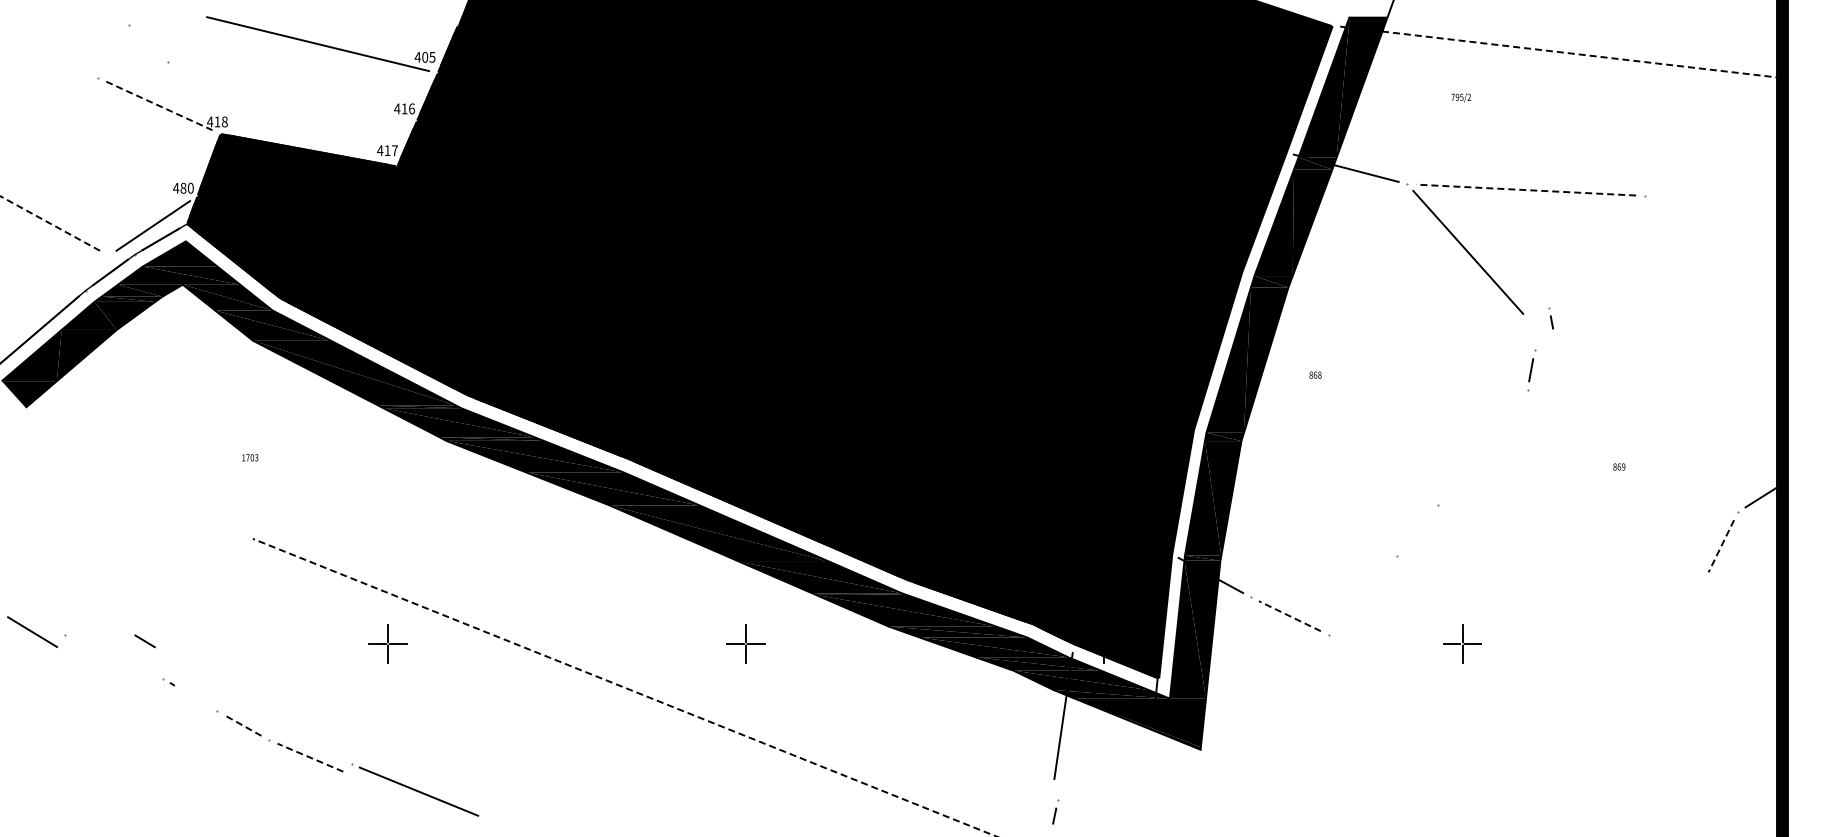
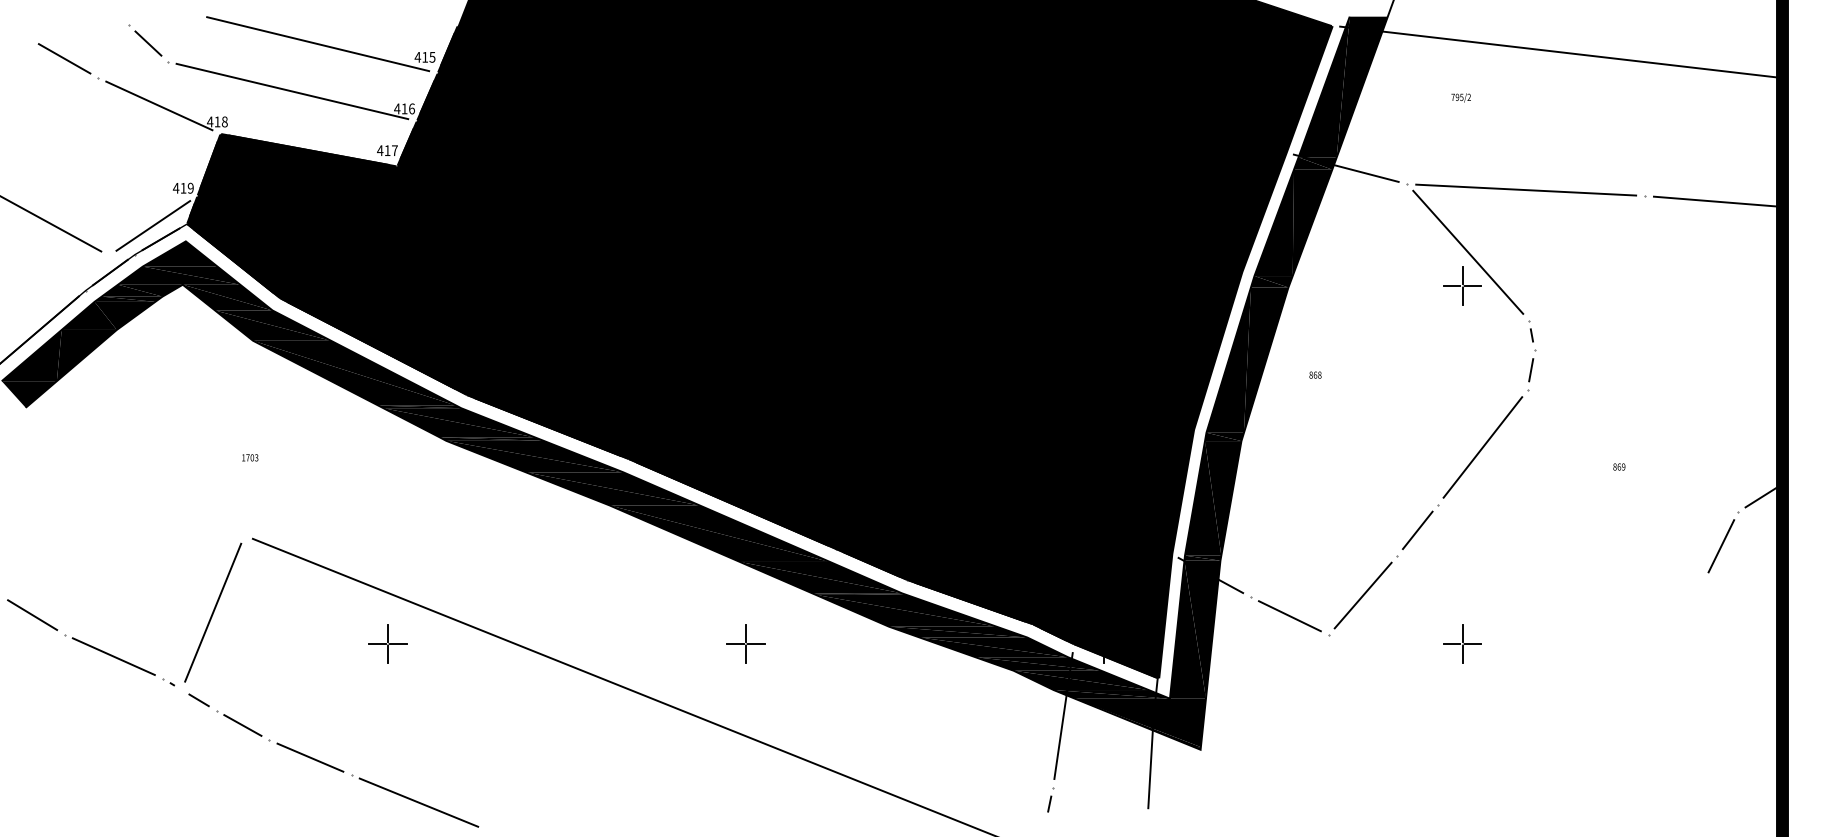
line at (148, 43): none -> present
line at (1561, 52): dashed -> solid
text at (425, 56): 405 -> 415
line at (64, 58): none -> present
line at (292, 91): none -> present
line at (159, 106): dashed -> solid
text at (186, 187): 480 -> 419
line at (1525, 190): dashed -> solid
line at (1717, 201): none -> present
line at (51, 224): dashed -> solid
part at (1462, 285): none -> present
part at (1550, 318) position: (1550, 318) -> (1530, 331)
line at (1482, 447): none -> present
line at (1417, 530): none -> present
line at (1721, 546): dashed -> solid
line at (1362, 595): none -> present
line at (213, 612): none -> present
line at (1289, 615): dashed -> solid
line at (32, 631) position: (32, 631) -> (32, 614)
line at (144, 641) position: (144, 641) -> (198, 700)
line at (113, 656): none -> present
line at (624, 687): dashed -> solid
line at (242, 725): dashed -> solid
line at (310, 757): dashed -> solid
line at (1150, 766): none -> present
line at (415, 789) position: (415, 789) -> (415, 800)
part at (1055, 811) position: (1055, 811) -> (1050, 799)
